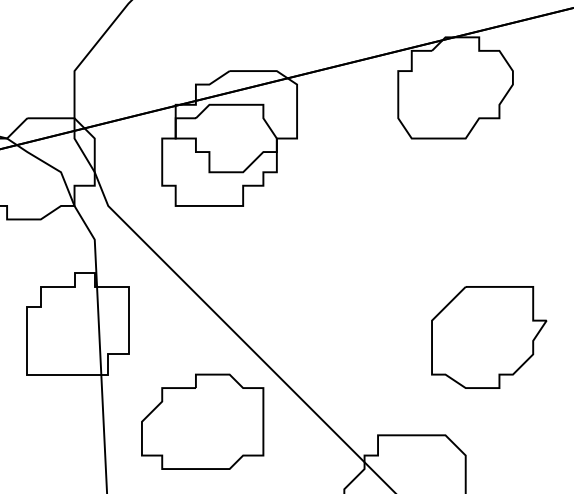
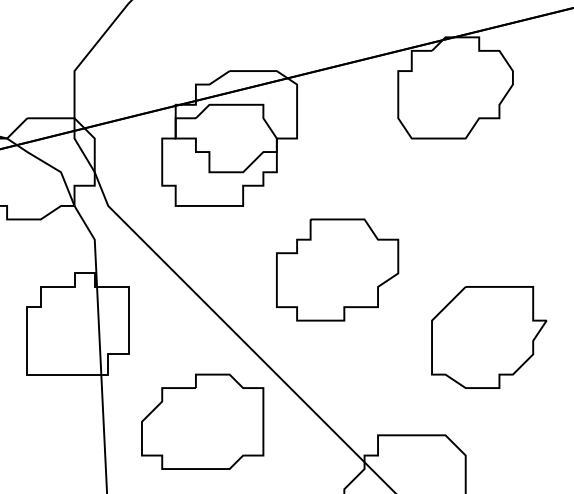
part at (337, 269): none -> present
